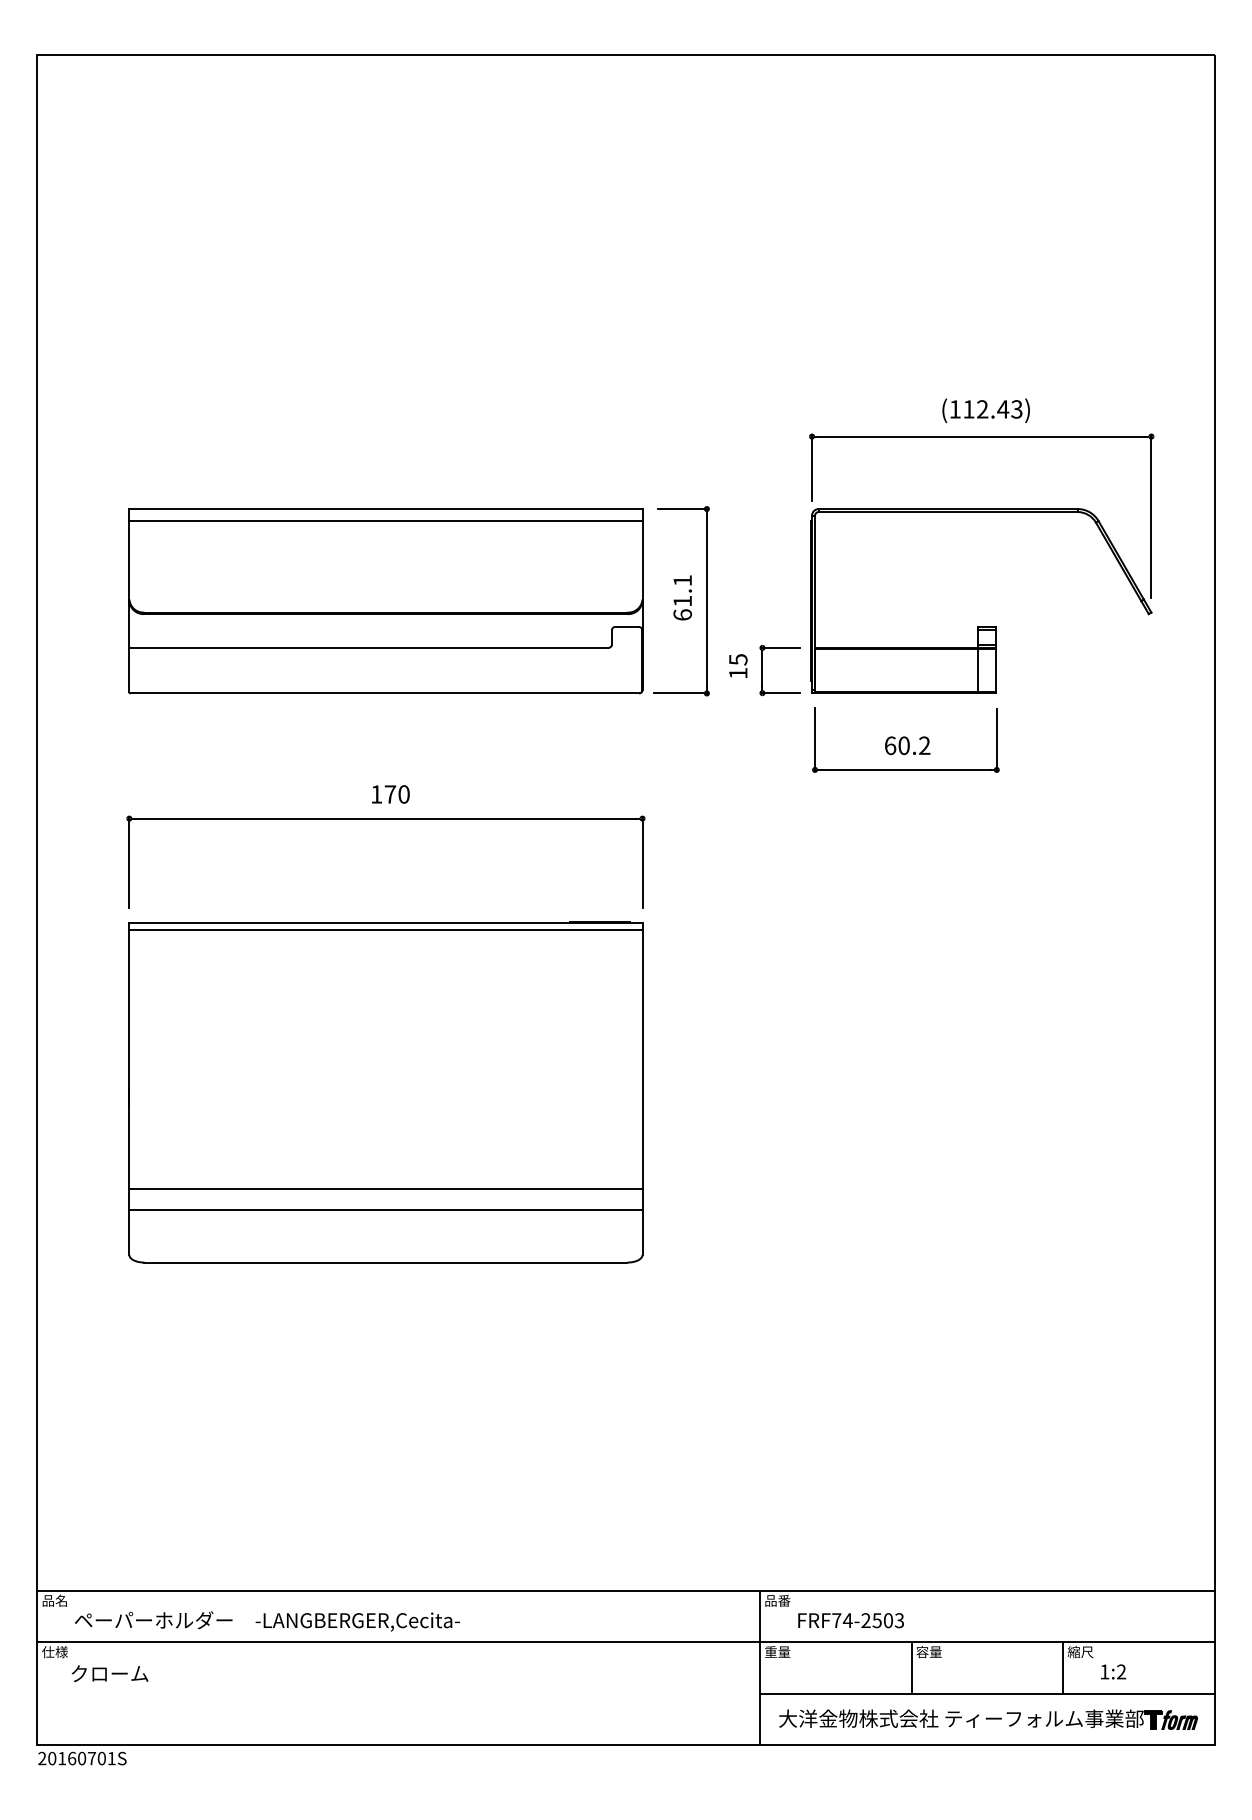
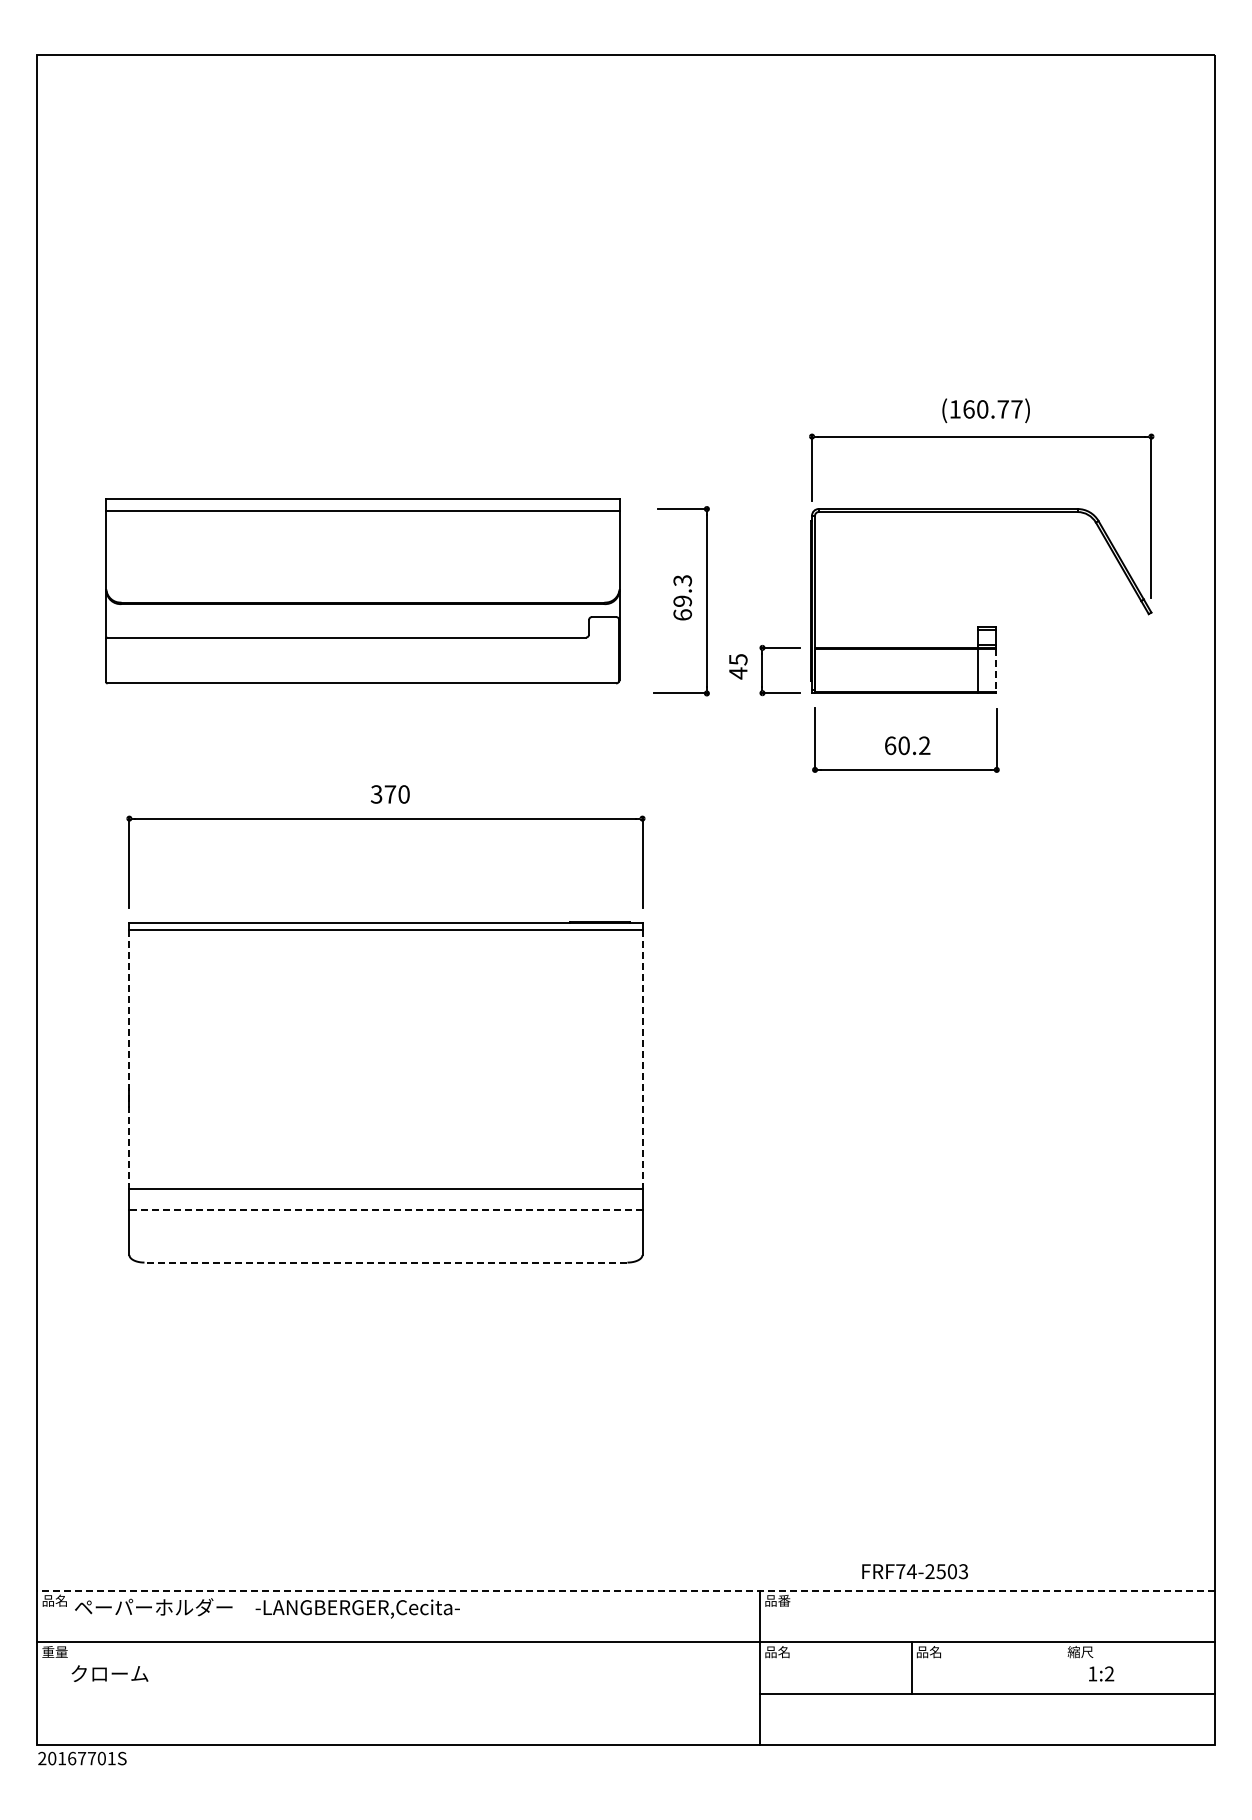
text at (992, 409): (112.43) -> (160.77)
text at (682, 590): 61.1 -> 69.3
part at (385, 601) position: (385, 601) -> (362, 591)
line at (996, 671): solid -> dashed
text at (738, 673): 15 -> 45
text at (376, 794): 170 -> 370
line at (129, 1059): solid -> dashed
line at (642, 1059): solid -> dashed
line at (385, 1209): solid -> dashed
line at (385, 1262): solid -> dashed
line at (625, 1590): solid -> dashed
text at (850, 1620) position: (850, 1620) -> (914, 1571)
text at (267, 1621) position: (267, 1621) -> (267, 1608)
text at (54, 1652): 仕様 -> 重量
text at (777, 1652): 重量 -> 品名
text at (928, 1652): 容量 -> 品名
line at (1063, 1667): present -> none
text at (1113, 1671) position: (1113, 1671) -> (1101, 1673)
part at (988, 1719): present -> none
text at (82, 1758): 20160701S -> 20167701S
